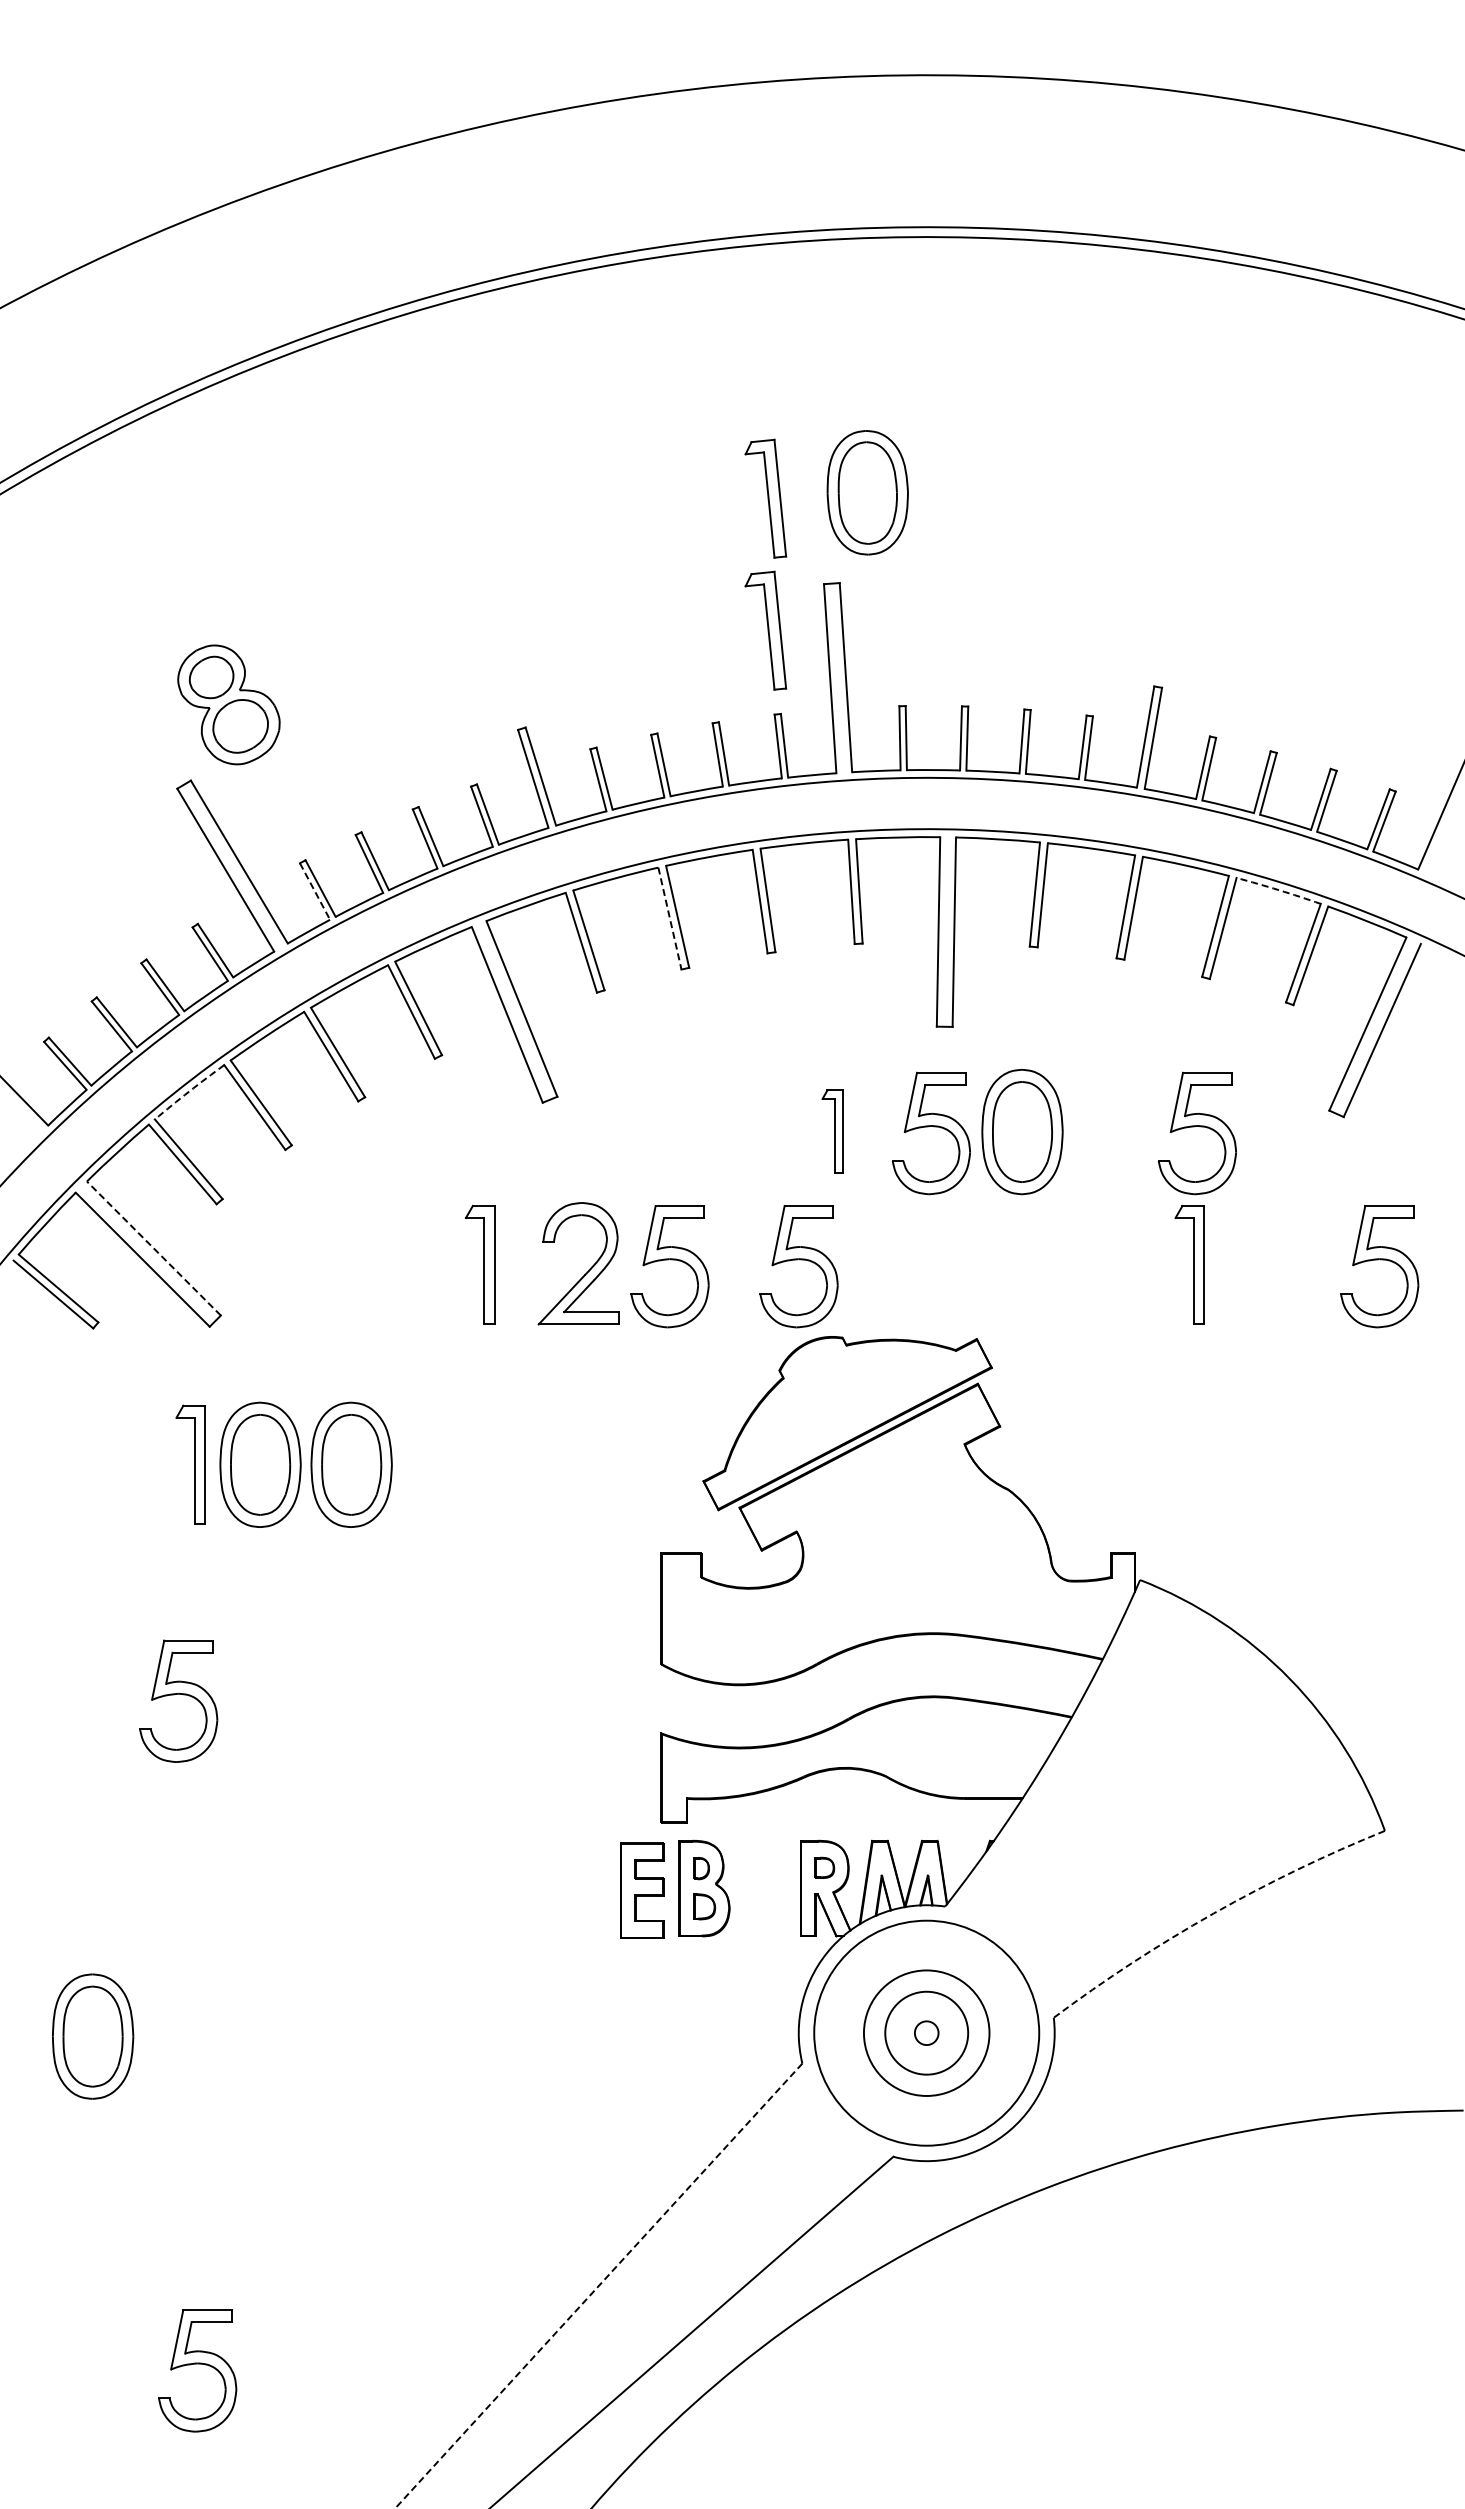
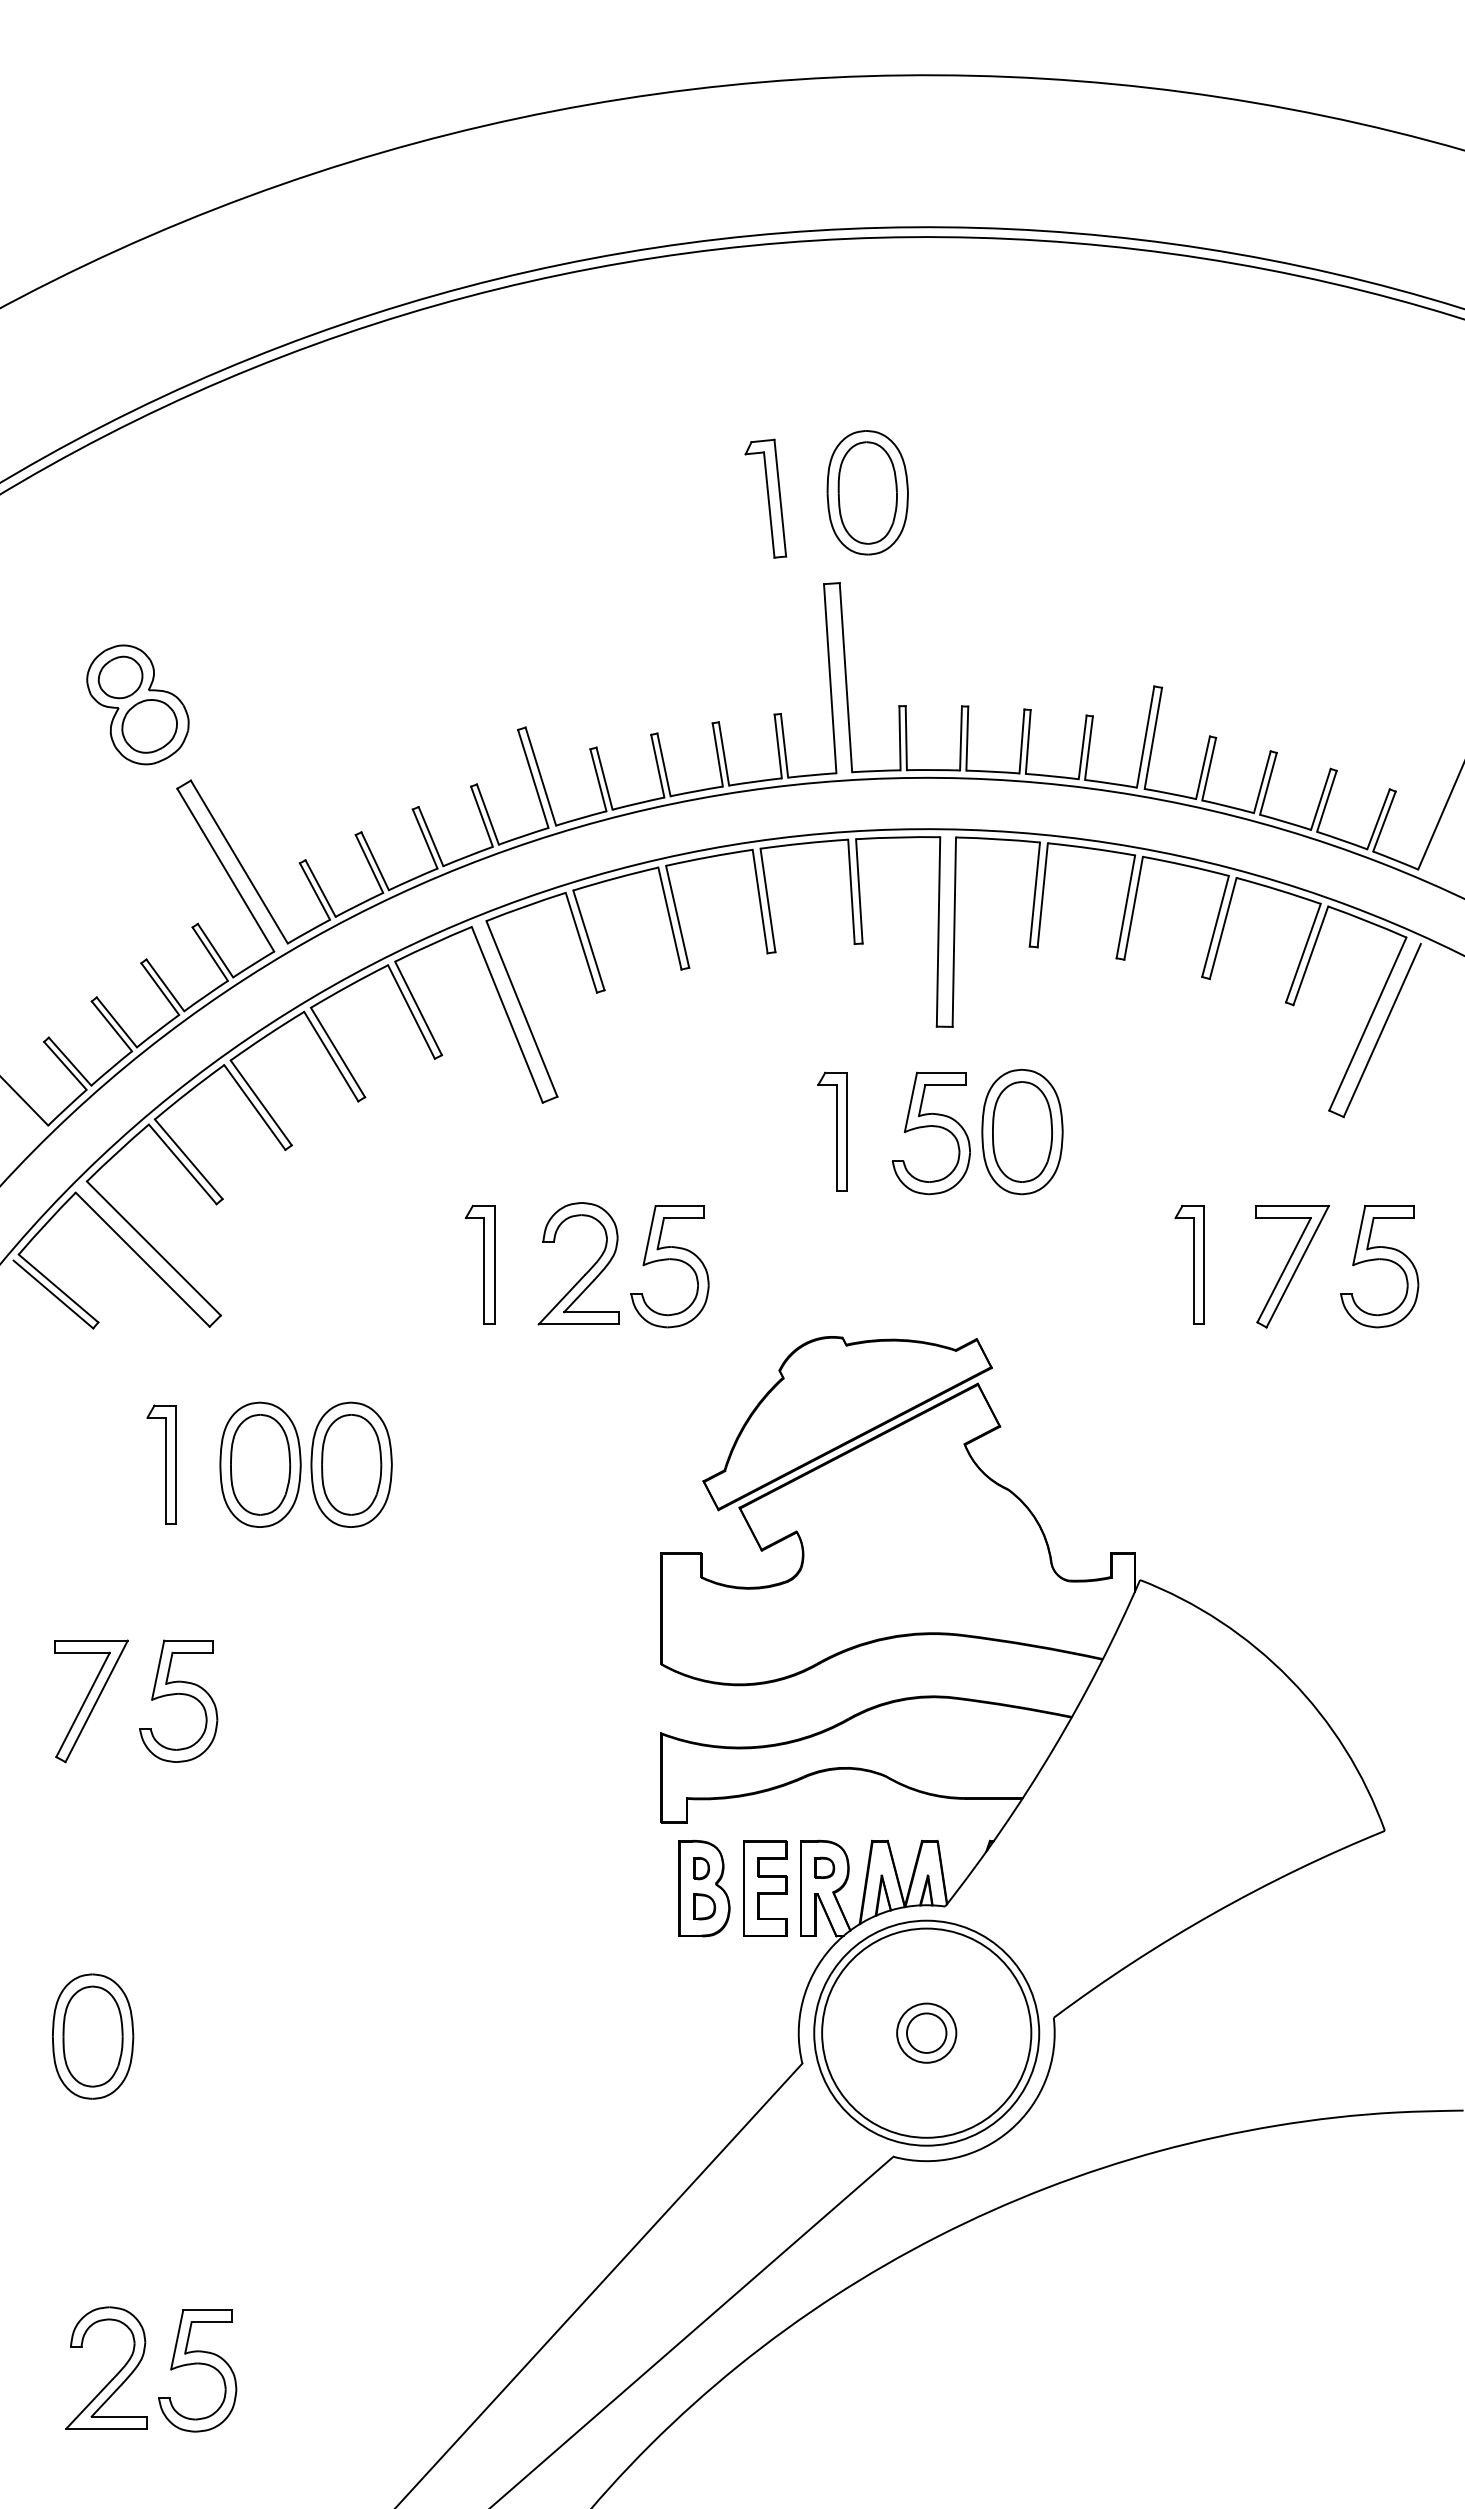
part at (765, 630): present -> none
part at (228, 704) position: (228, 704) -> (137, 704)
arc at (1278, 890): dashed -> solid
line at (315, 891): dashed -> solid
line at (670, 919): dashed -> solid
arc at (189, 1091): dashed -> solid
part at (1194, 1127): present -> none
part at (832, 1131) size: 23x85 px -> 31x121 px
line at (153, 1248): dashed -> solid
part at (797, 1260): present -> none
part at (1292, 1266): none -> present
part at (190, 1464) position: (190, 1464) -> (161, 1464)
part at (91, 1701): none -> present
part at (642, 1890) position: (642, 1890) -> (765, 1888)
arc at (1213, 1913): dashed -> solid
circle at (926, 2032) diameter: 126 px -> 209 px
circle at (926, 2032) diameter: 83 px -> 59 px
circle at (926, 2033) diameter: 24 px -> 39 px
line at (598, 2286): dashed -> solid
part at (116, 2373): none -> present
